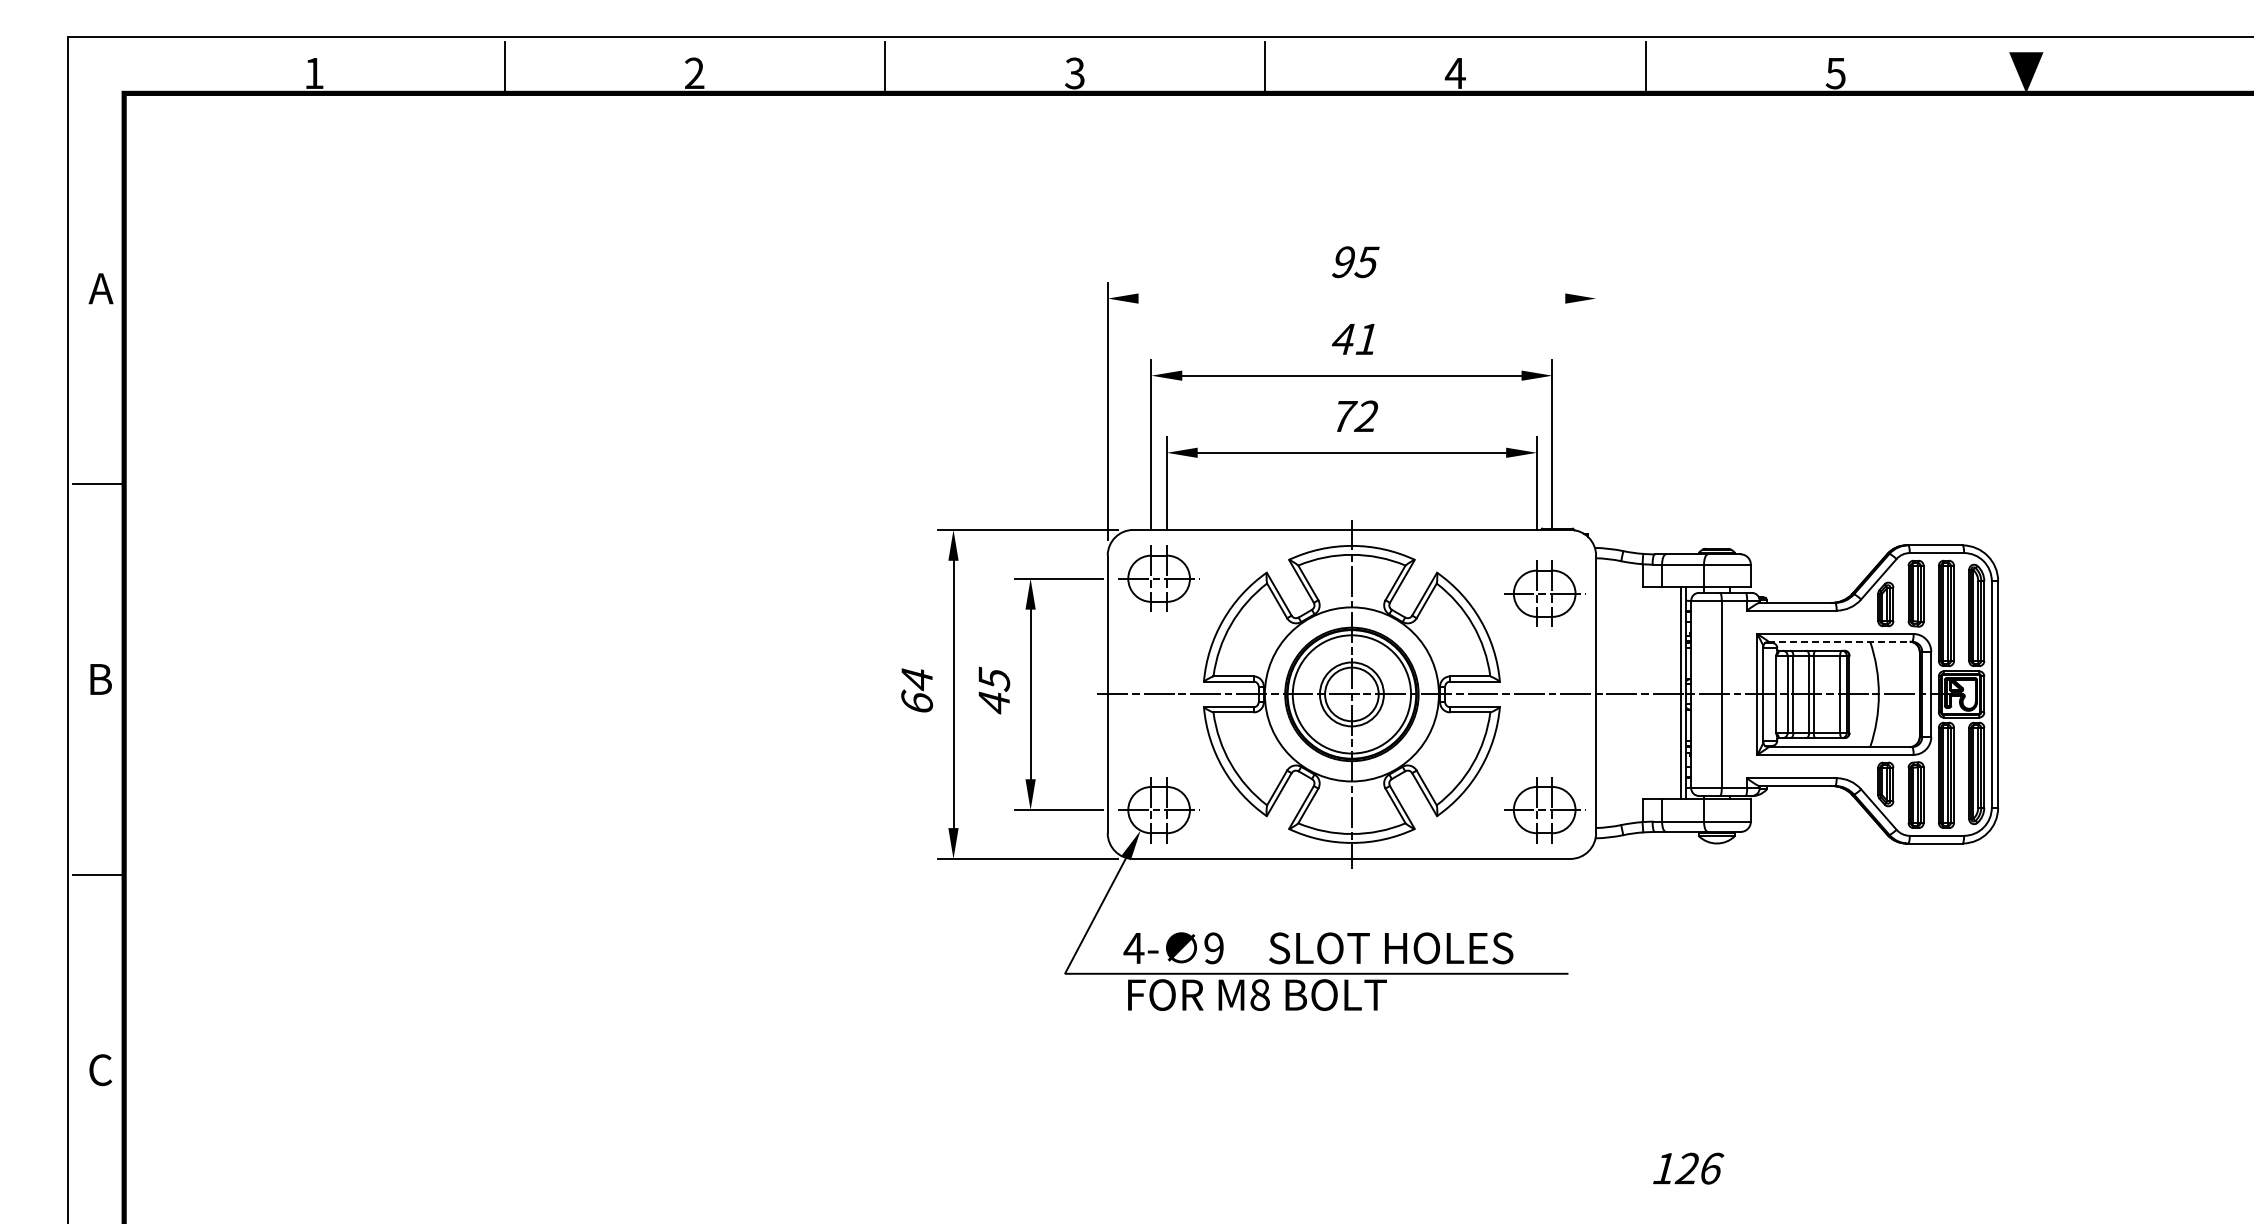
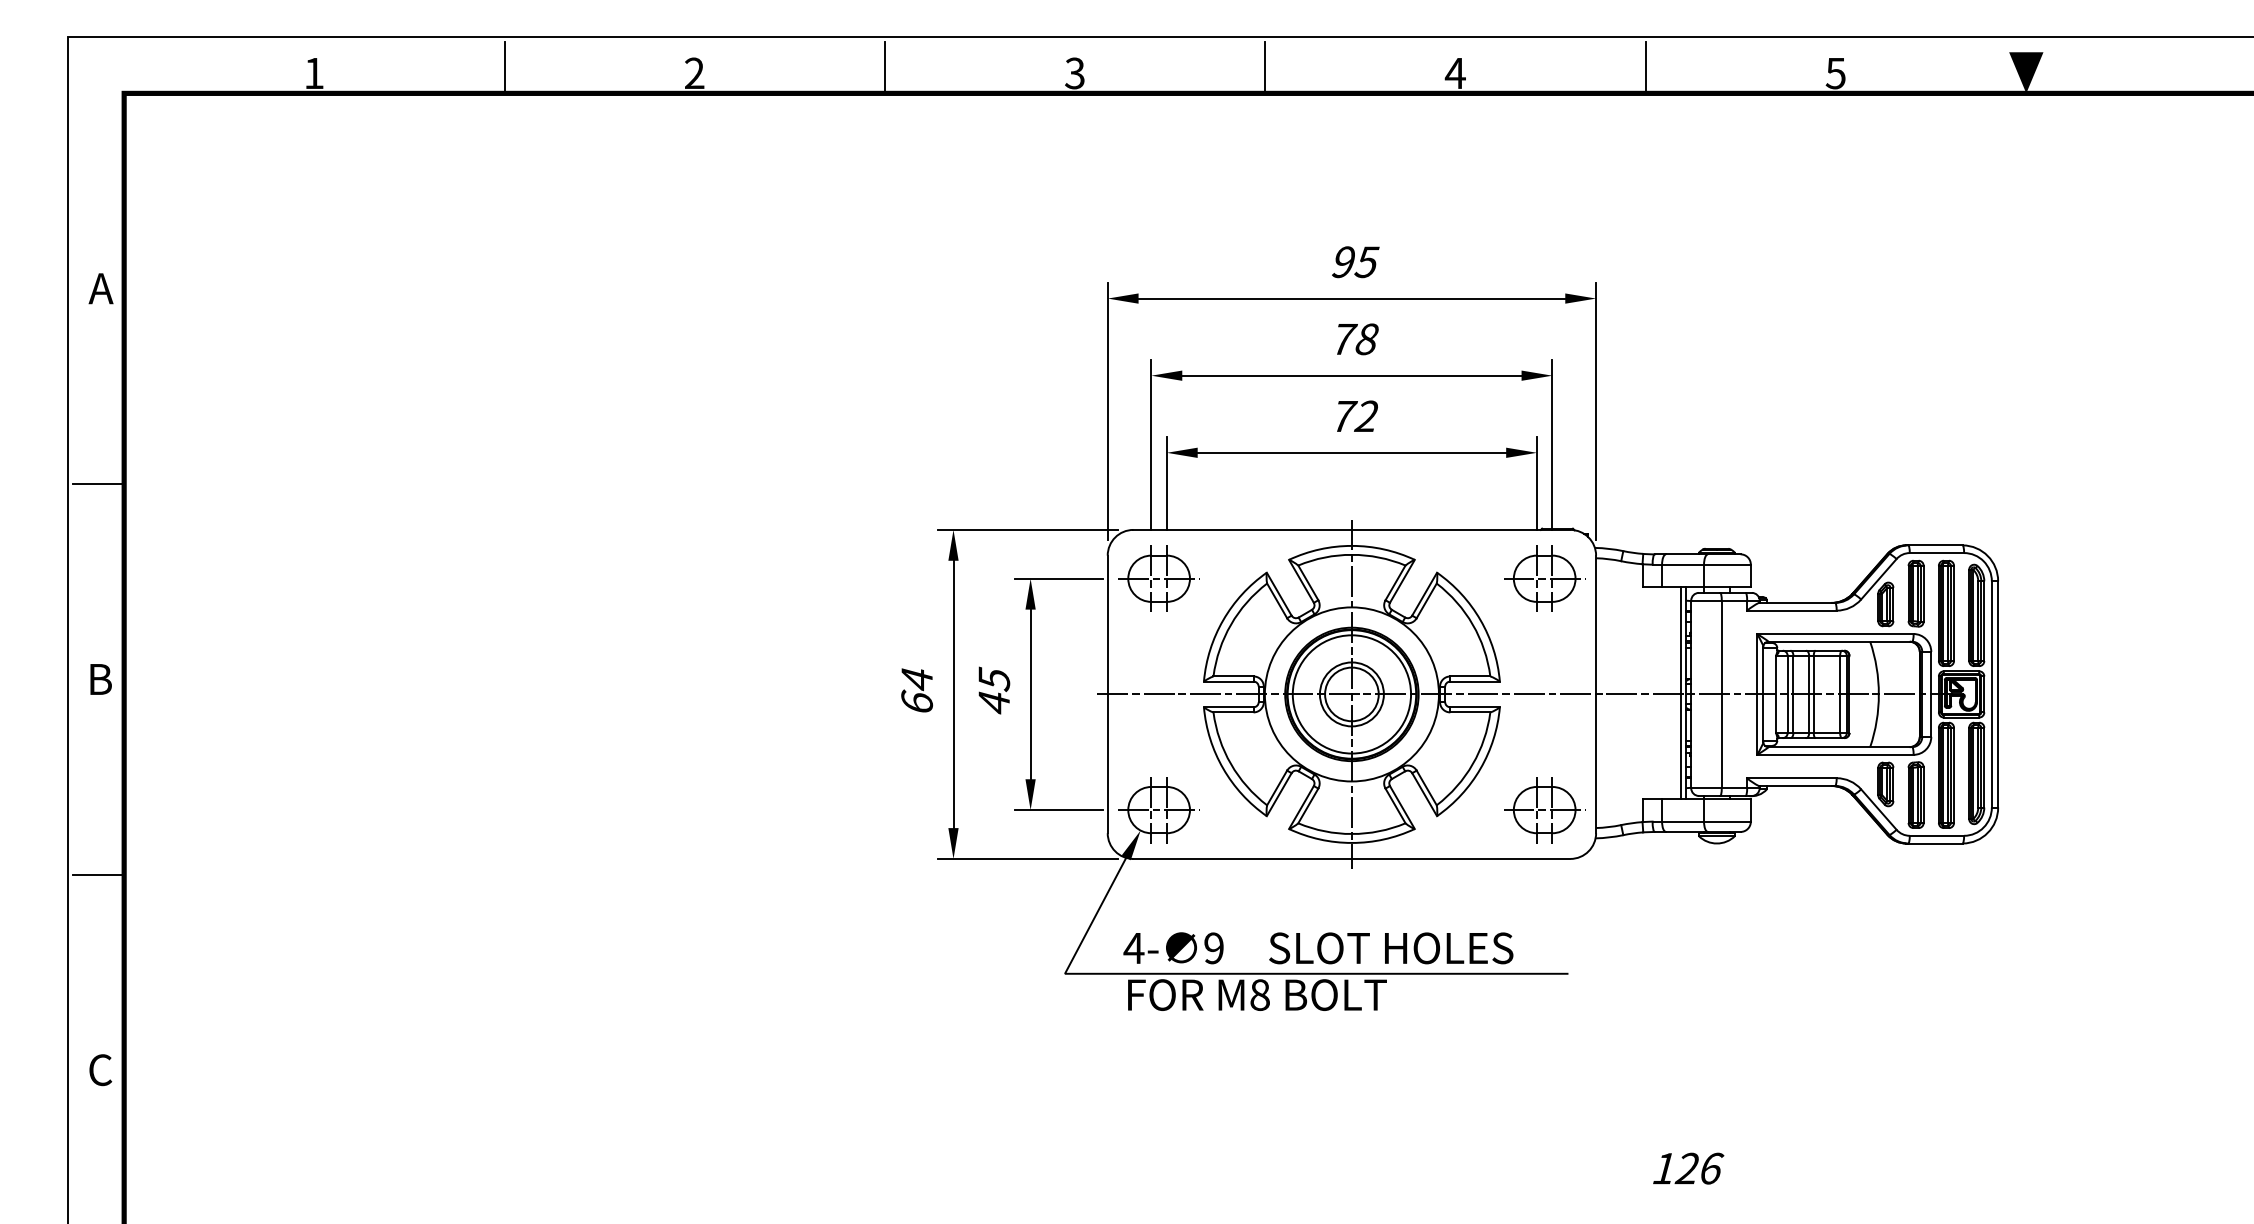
line at (1351, 298): none -> present
text at (1354, 339): 41 -> 78
line at (1596, 411): none -> present
part at (1544, 593) position: (1544, 593) -> (1544, 578)
line at (1840, 641): dashed -> solid
